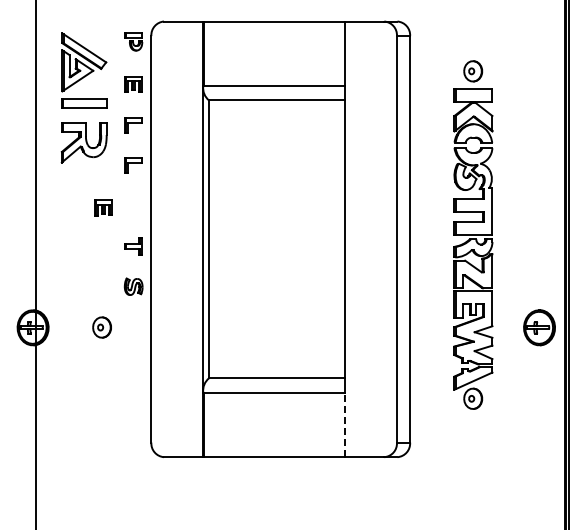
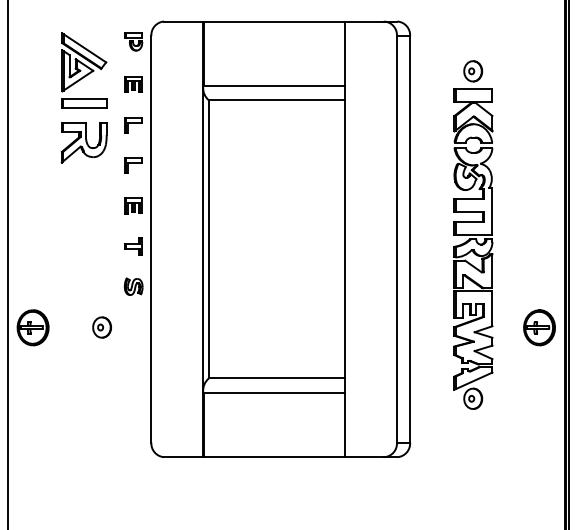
part at (103, 207) position: (103, 207) -> (133, 205)
line at (36, 264) position: (36, 264) -> (8, 264)
line at (345, 424): dashed -> solid
